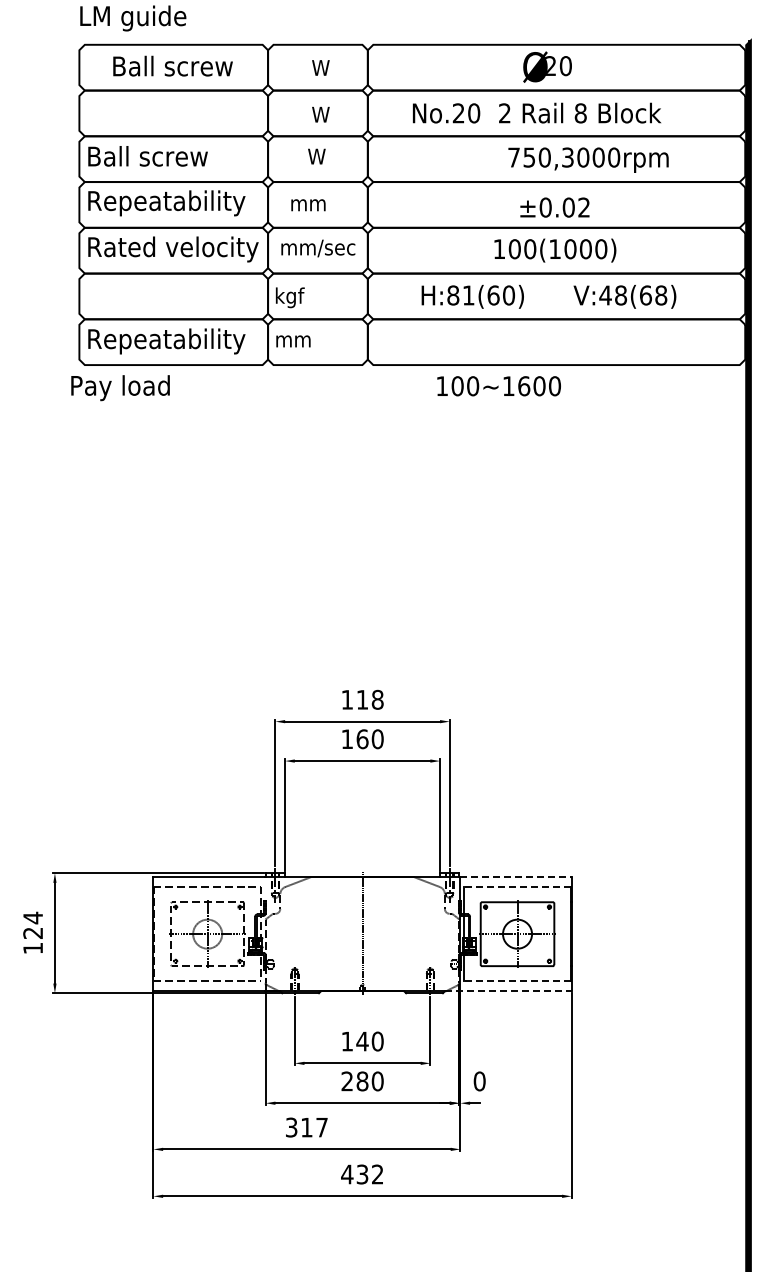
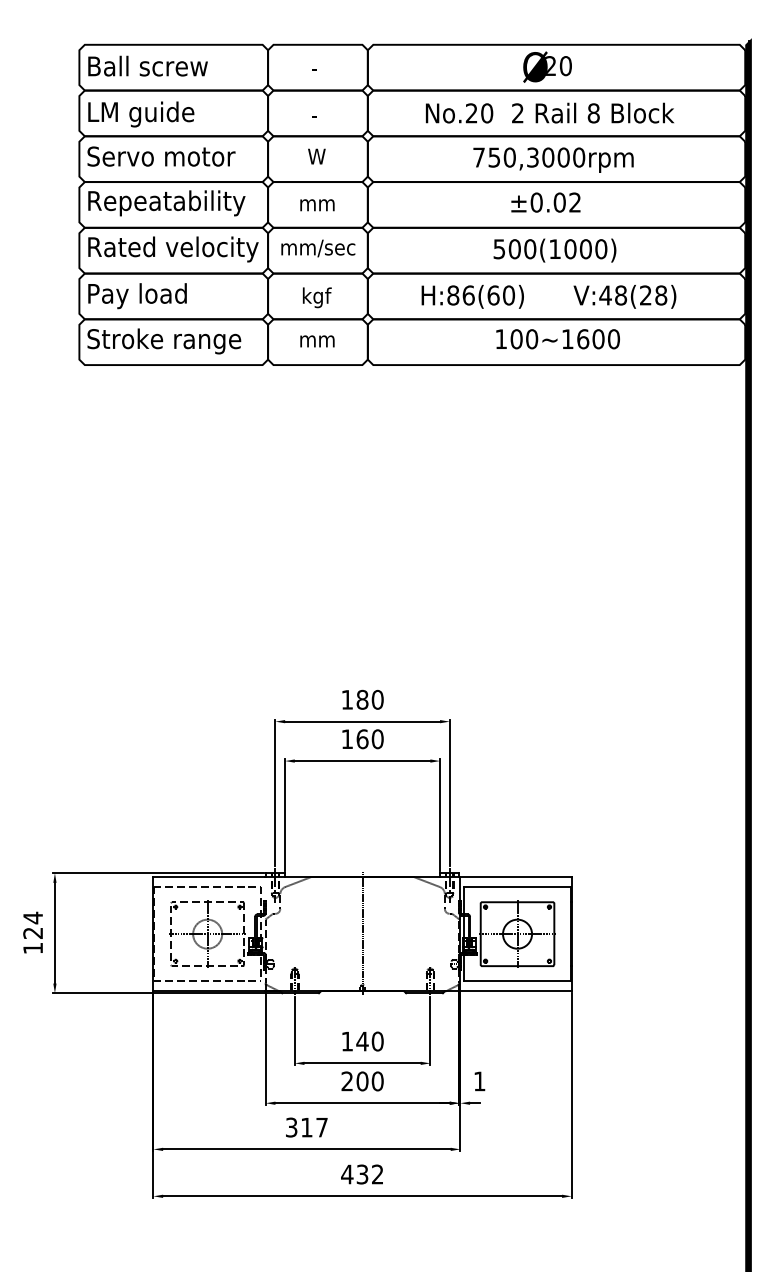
text at (133, 18) position: (133, 18) -> (141, 114)
text at (172, 65) position: (172, 65) -> (147, 65)
text at (320, 67): W -> -
text at (536, 112) position: (536, 112) -> (549, 112)
text at (320, 114): W -> -
text at (161, 156): Ball screw -> Servo motor
text at (588, 159) position: (588, 159) -> (553, 159)
text at (308, 205) position: (308, 205) -> (317, 205)
text at (554, 207) position: (554, 207) -> (545, 202)
text at (498, 249): 100(1000) -> 500(1000)
text at (468, 295): H:81(60) -> H:86(60)
text at (645, 295): V:48(68) -> V:48(28)
text at (290, 297) position: (290, 297) -> (317, 297)
text at (166, 341): Repeatability -> Stroke range
text at (293, 341) position: (293, 341) -> (317, 341)
text at (498, 386) position: (498, 386) -> (557, 339)
text at (120, 388) position: (120, 388) -> (137, 296)
text at (369, 699): 118 -> 180
line at (516, 877): dashed -> solid
line at (517, 887): dashed -> solid
line at (517, 981): dashed -> solid
line at (508, 991): dashed -> solid
text at (362, 1081): 280 -> 200
text at (479, 1081): 0 -> 1
